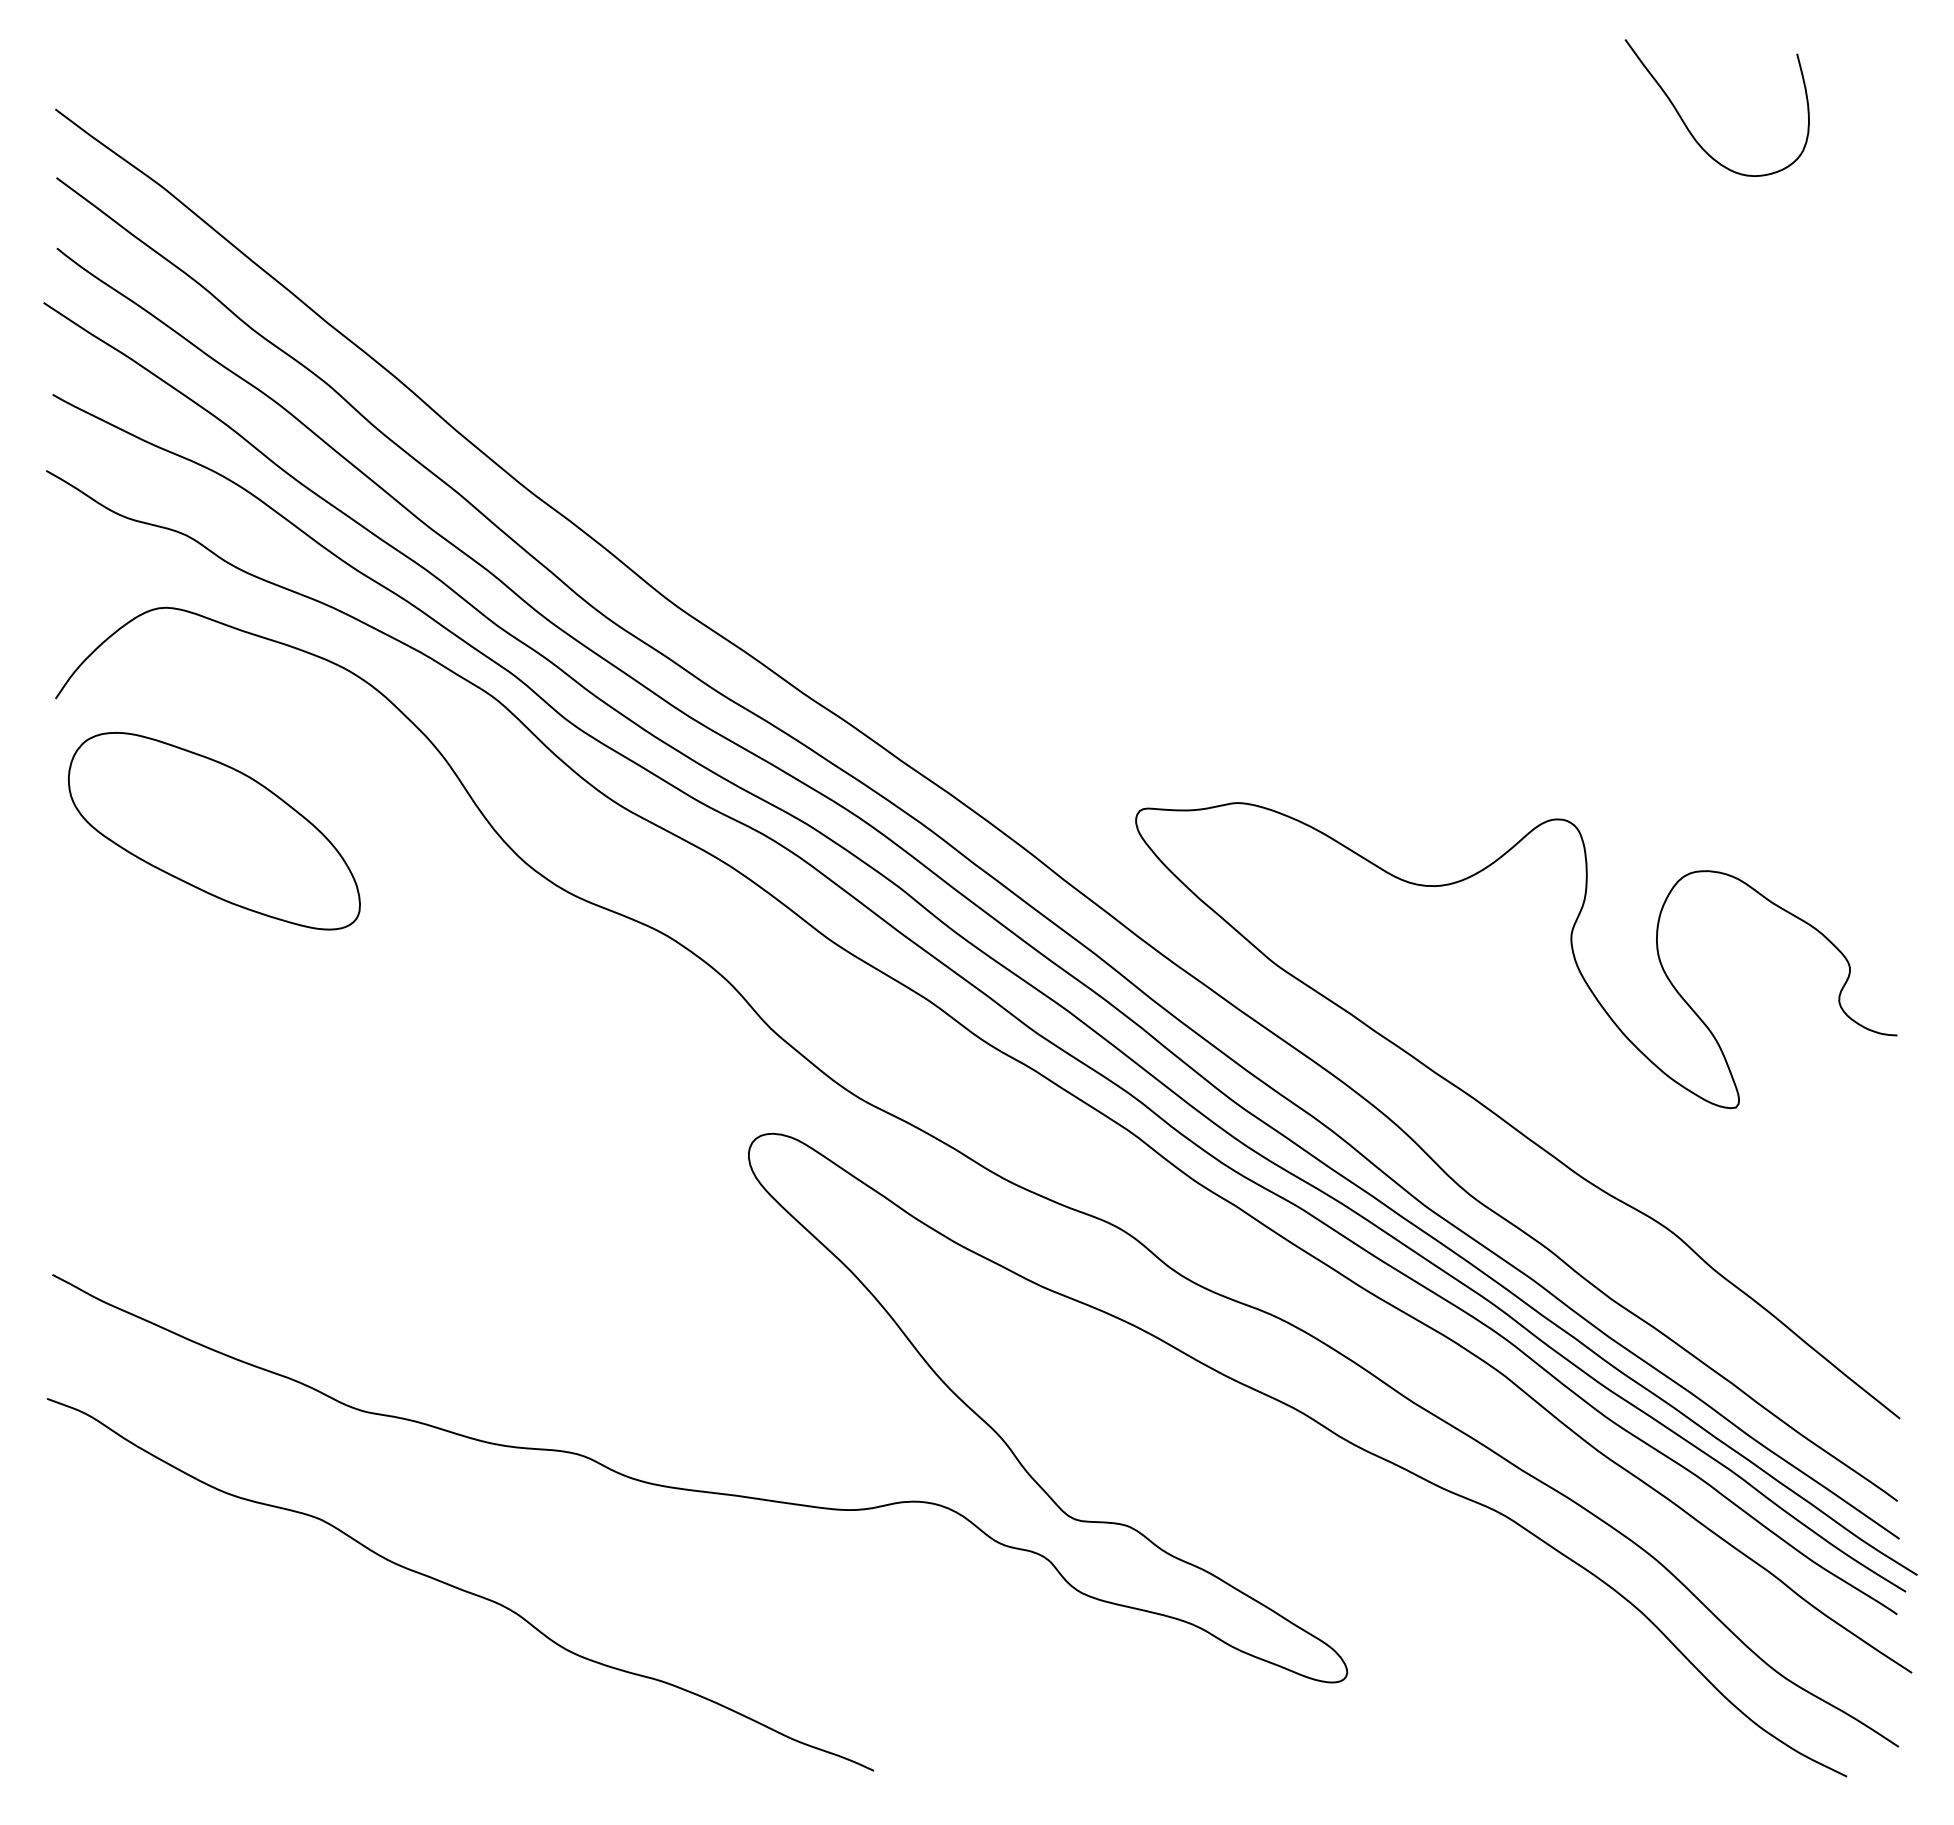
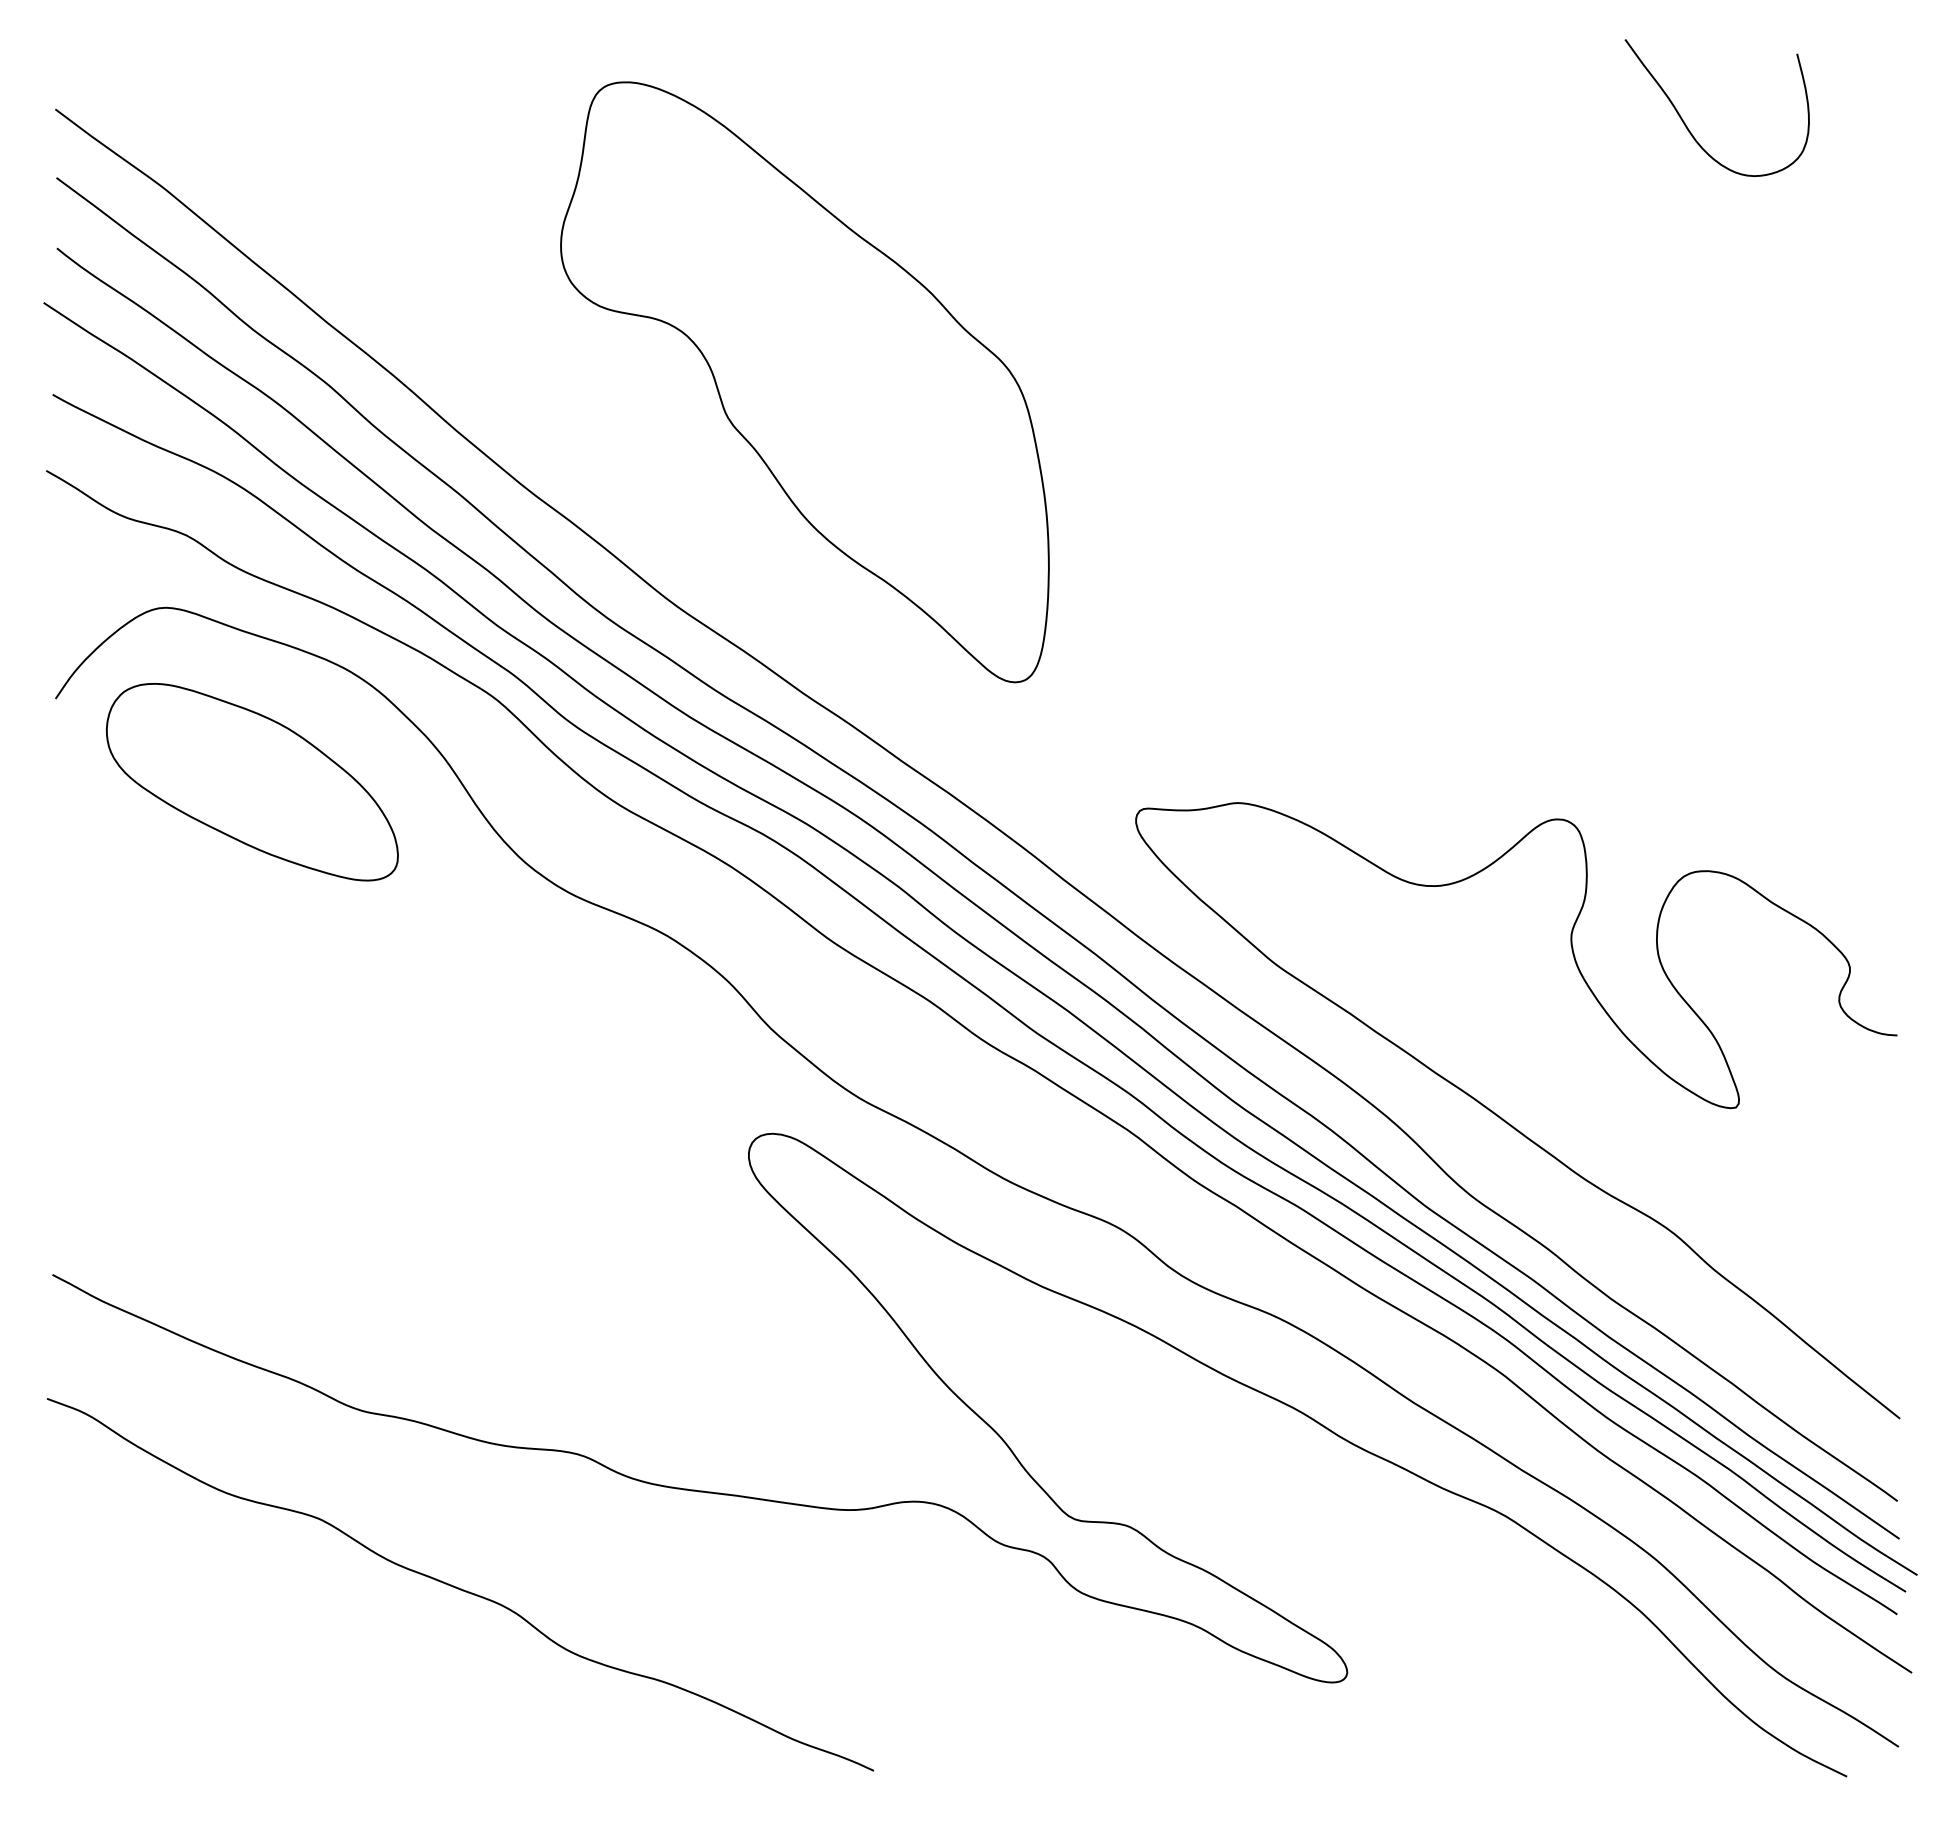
part at (804, 382): none -> present
part at (214, 831) position: (214, 831) -> (252, 782)
